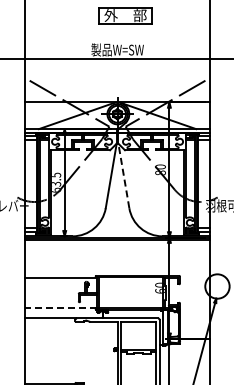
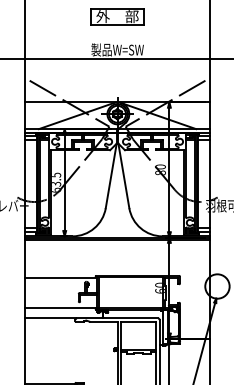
part at (125, 15) position: (125, 15) -> (117, 16)
line at (123, 175): dashed -> solid
line at (60, 307): dashed -> solid
